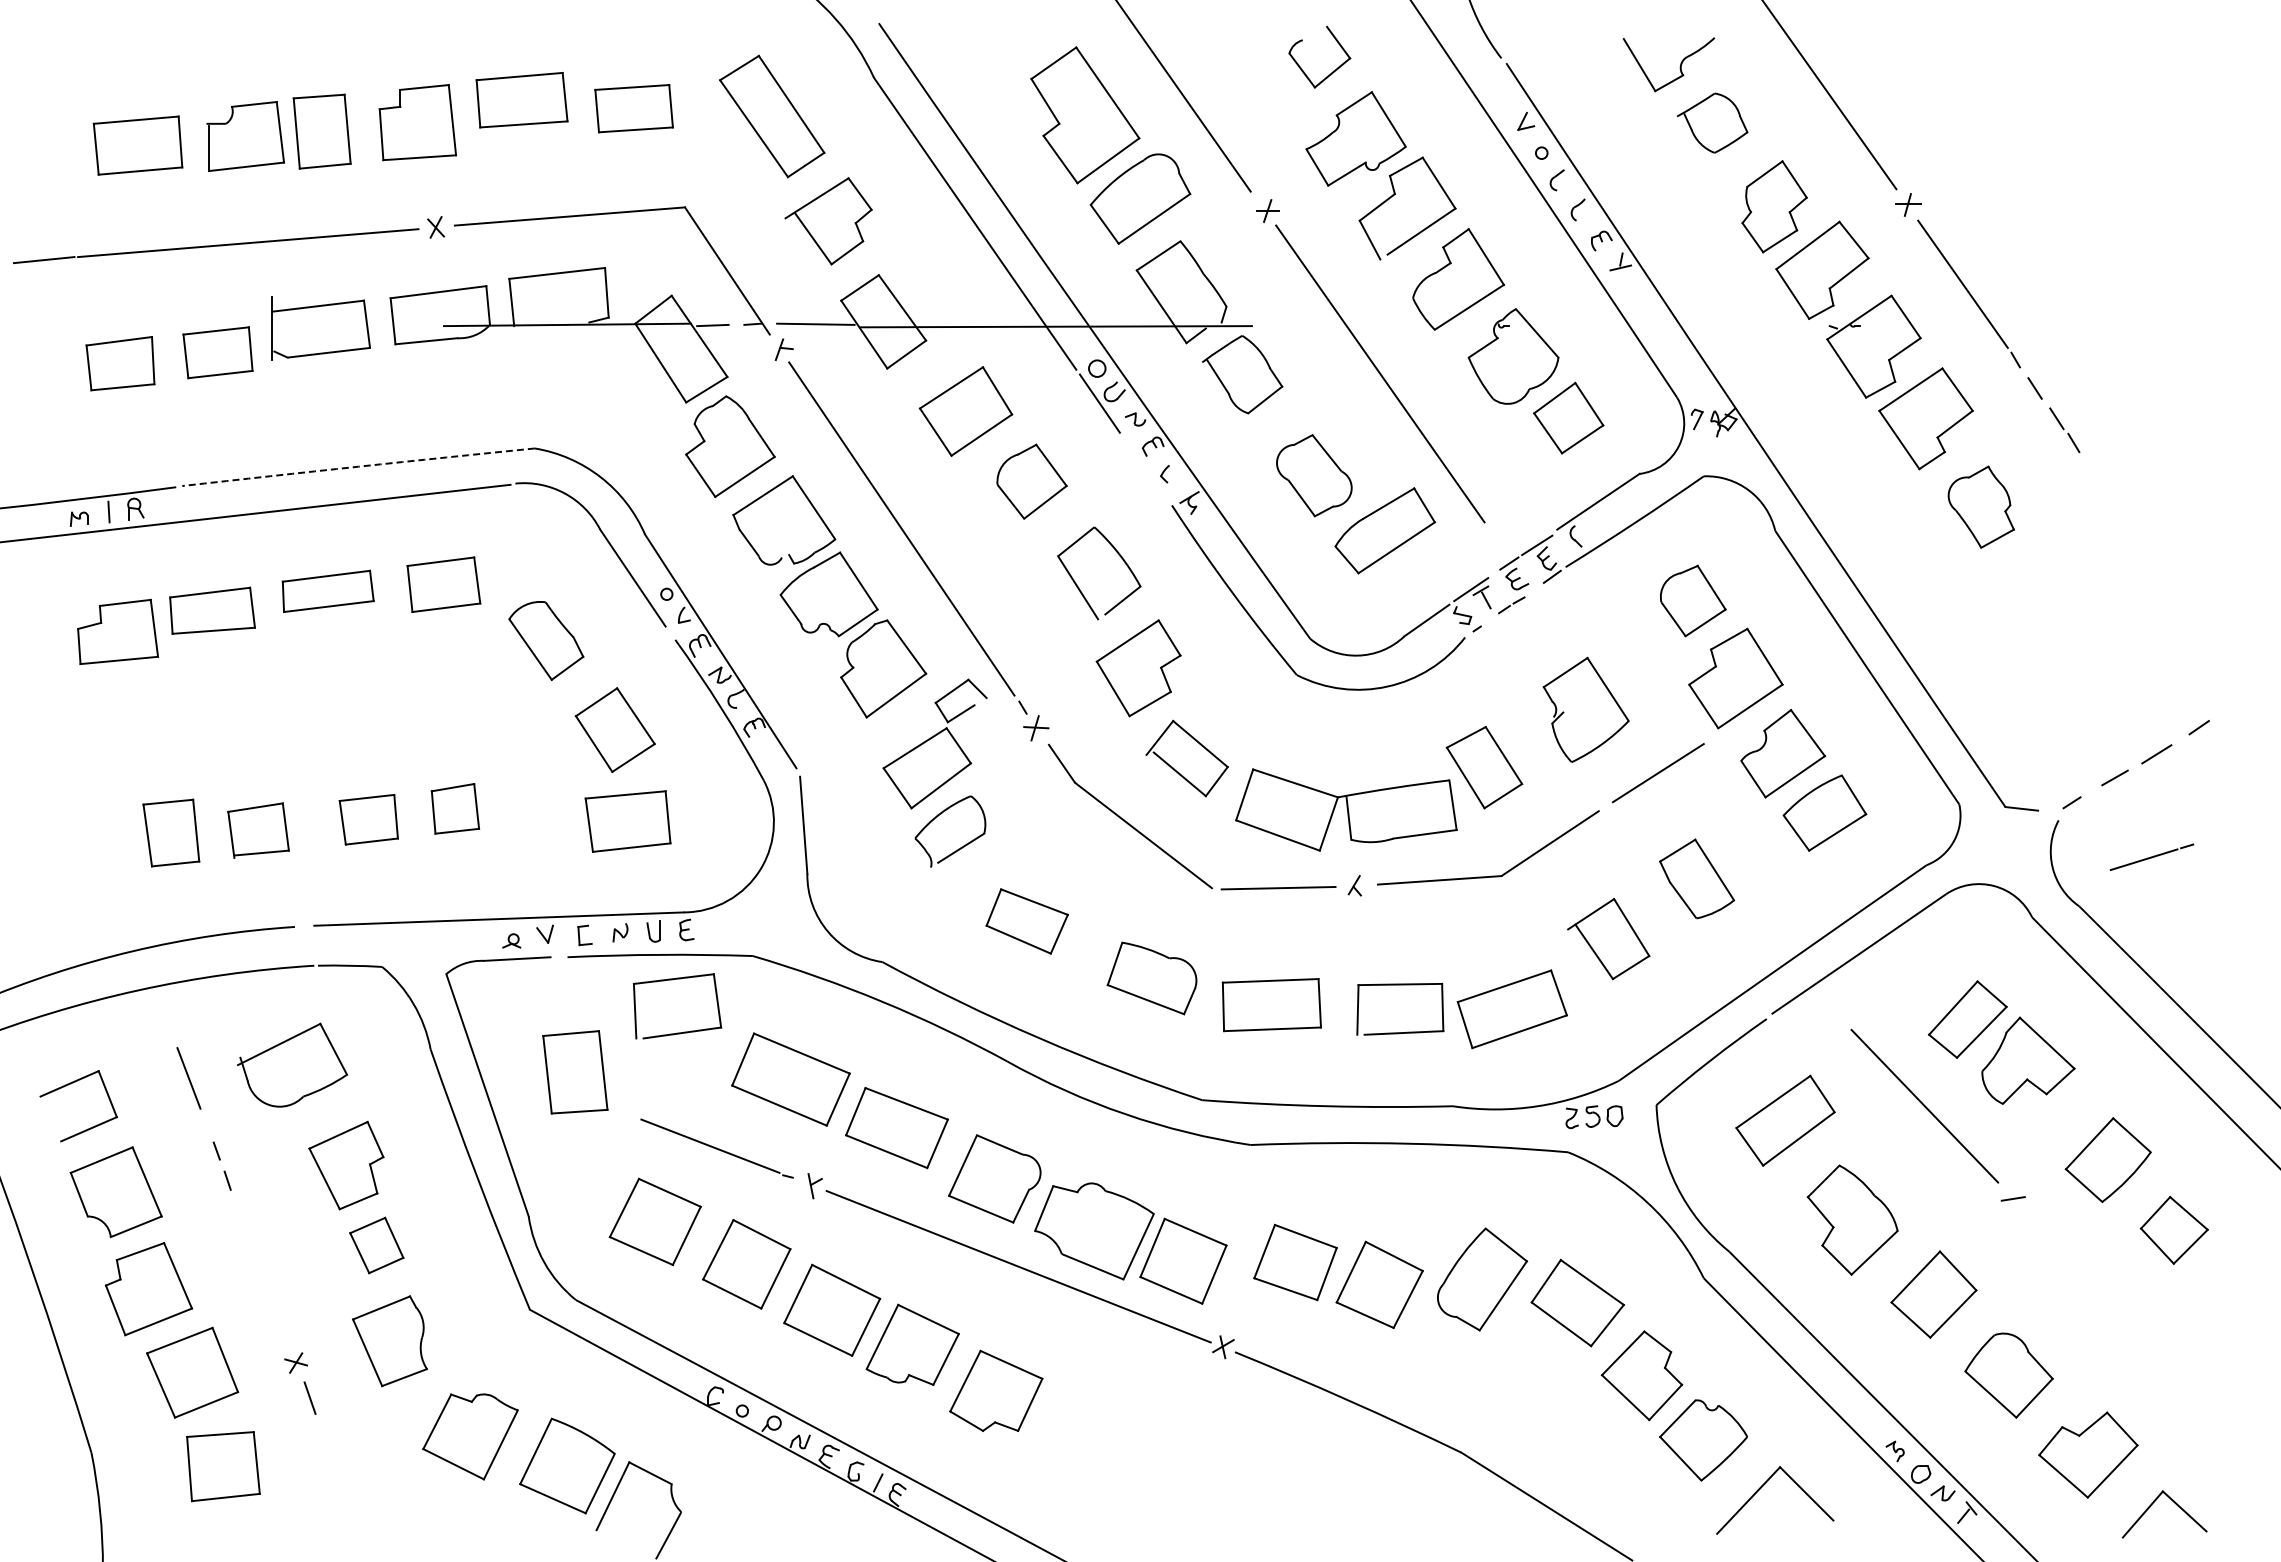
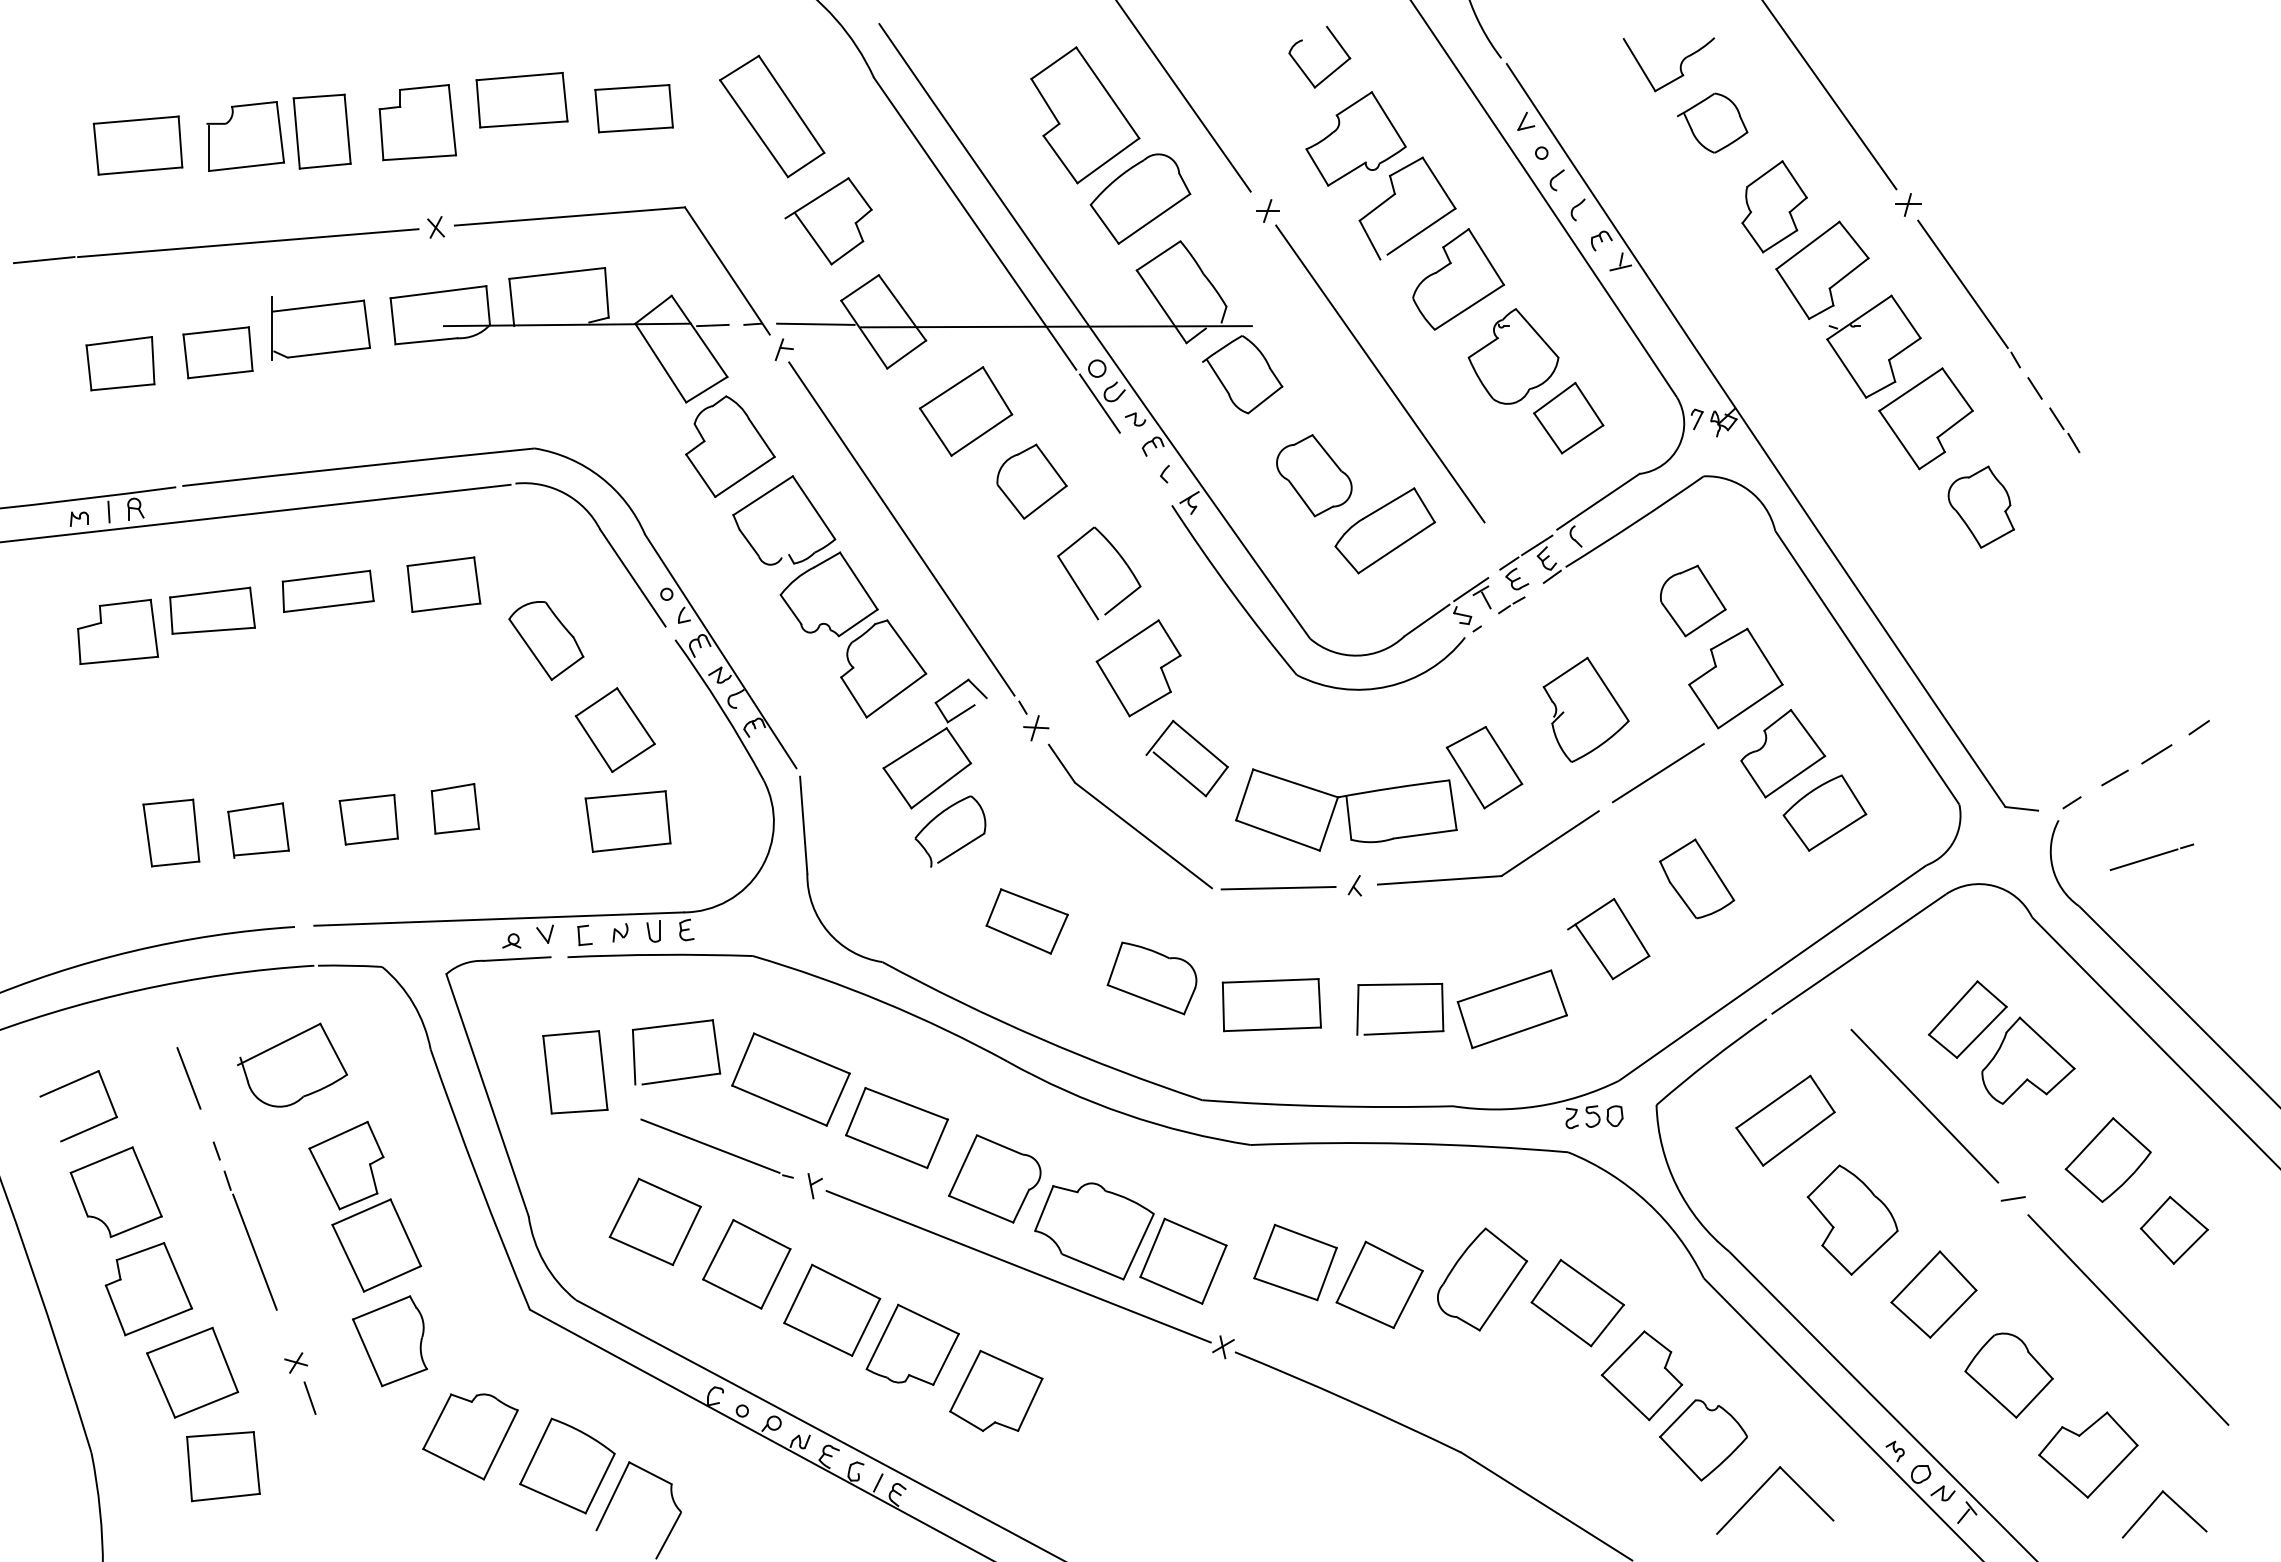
arc at (358, 466): dashed -> solid
part at (683, 1031) position: (683, 1031) -> (682, 1077)
part at (376, 1245) size: 56x59 px -> 92x95 px
line at (254, 1251): none -> present
line at (2128, 1319): none -> present
